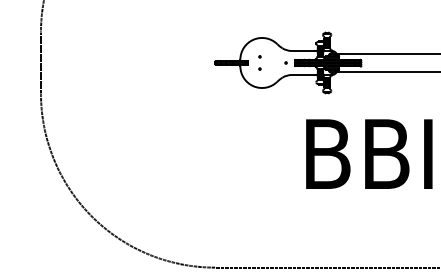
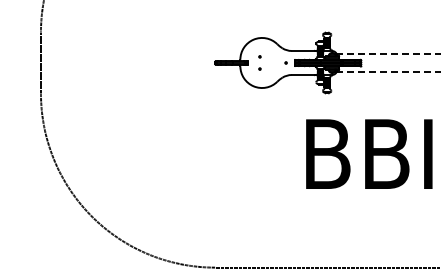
line at (388, 54): solid -> dashed
line at (388, 71): solid -> dashed
